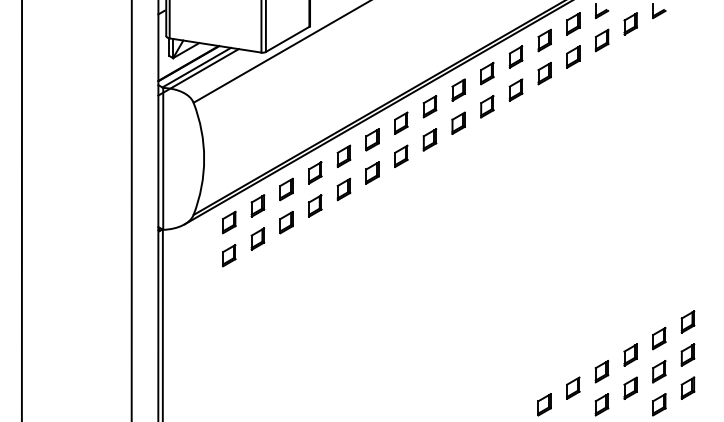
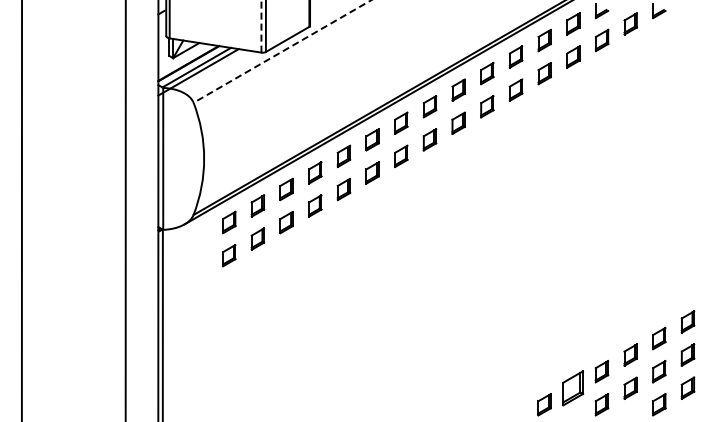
line at (261, 26): solid -> dashed
line at (281, 51): solid -> dashed
line at (131, 210) position: (131, 210) -> (125, 210)
part at (573, 387) size: 15x24 px -> 22x37 px
